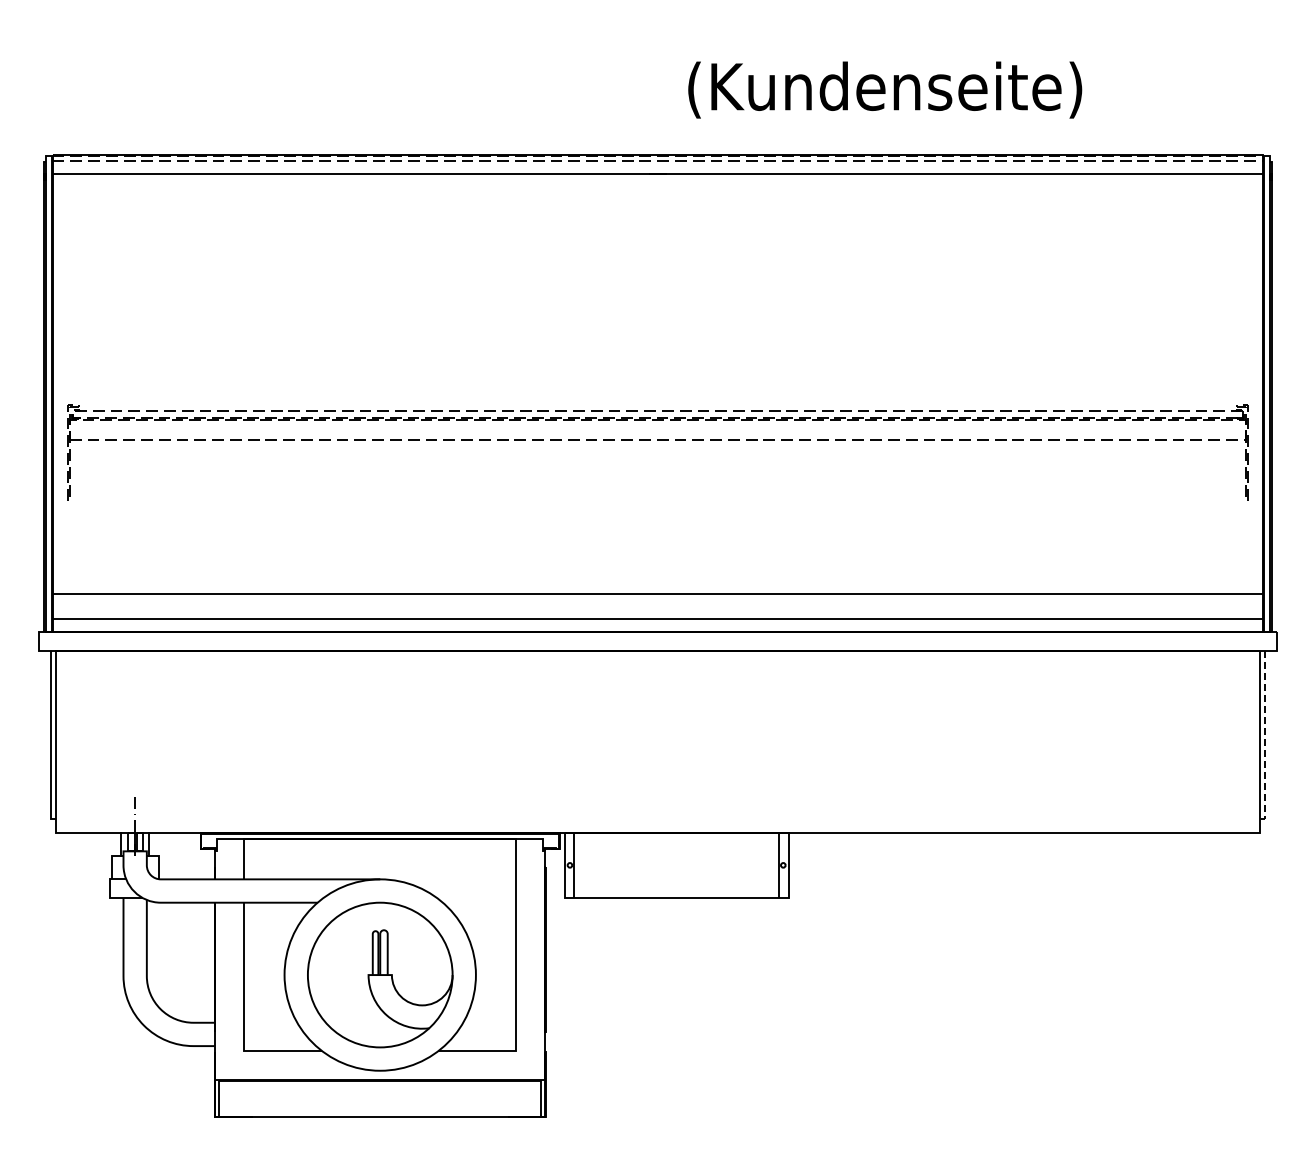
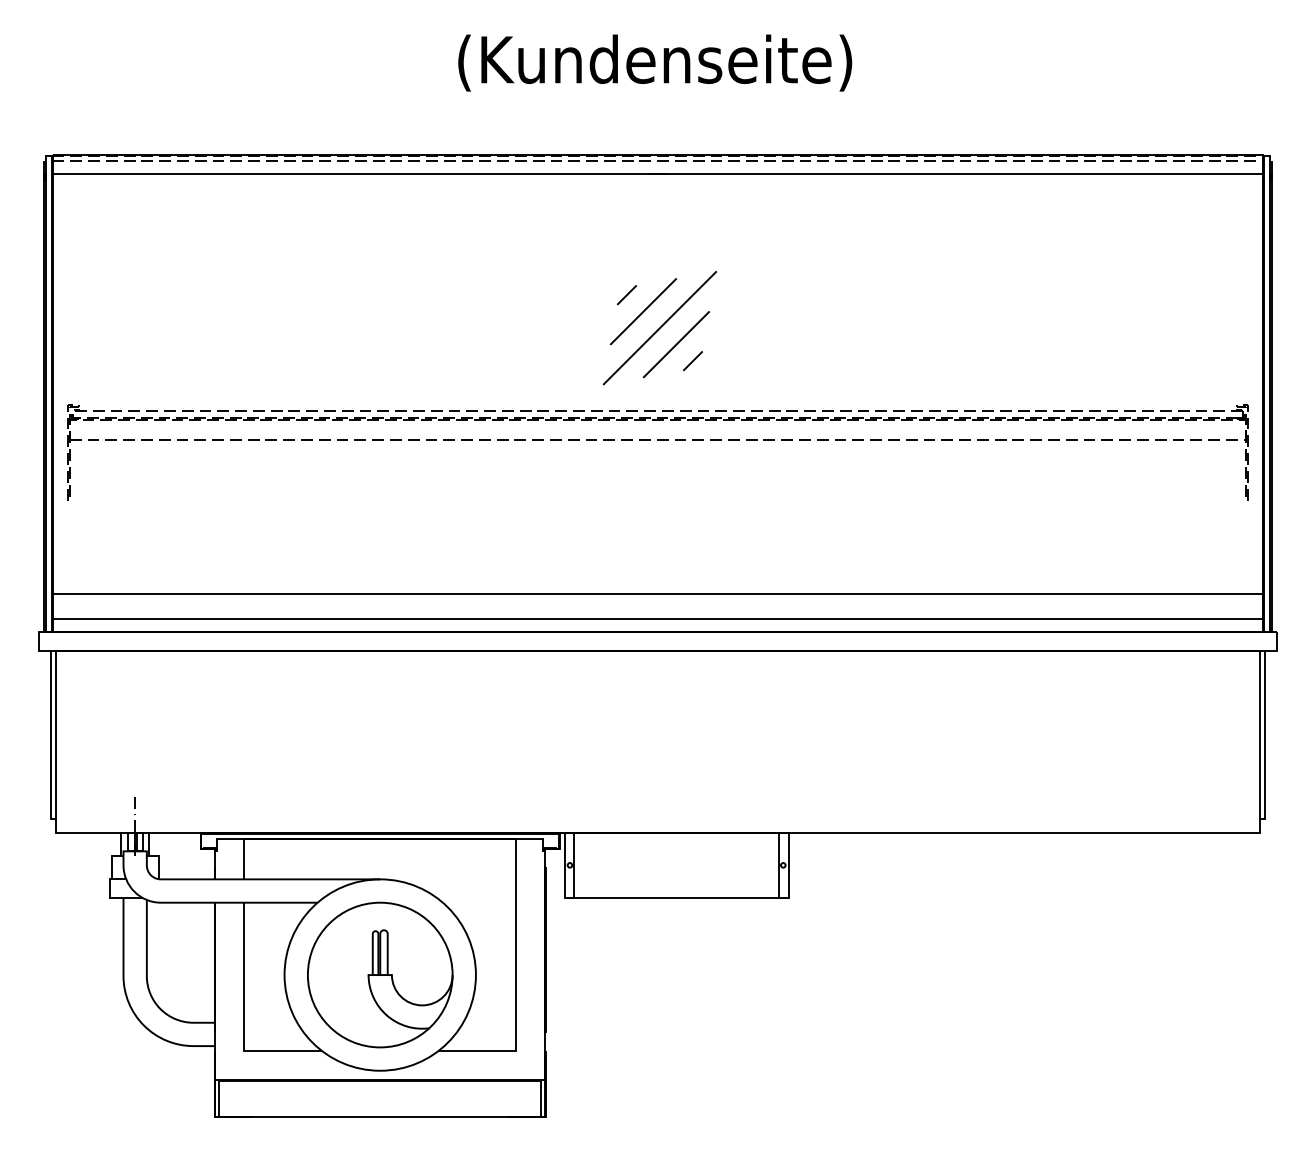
text at (885, 89) position: (885, 89) -> (655, 62)
part at (659, 328): none -> present
line at (1264, 738): dashed -> solid
